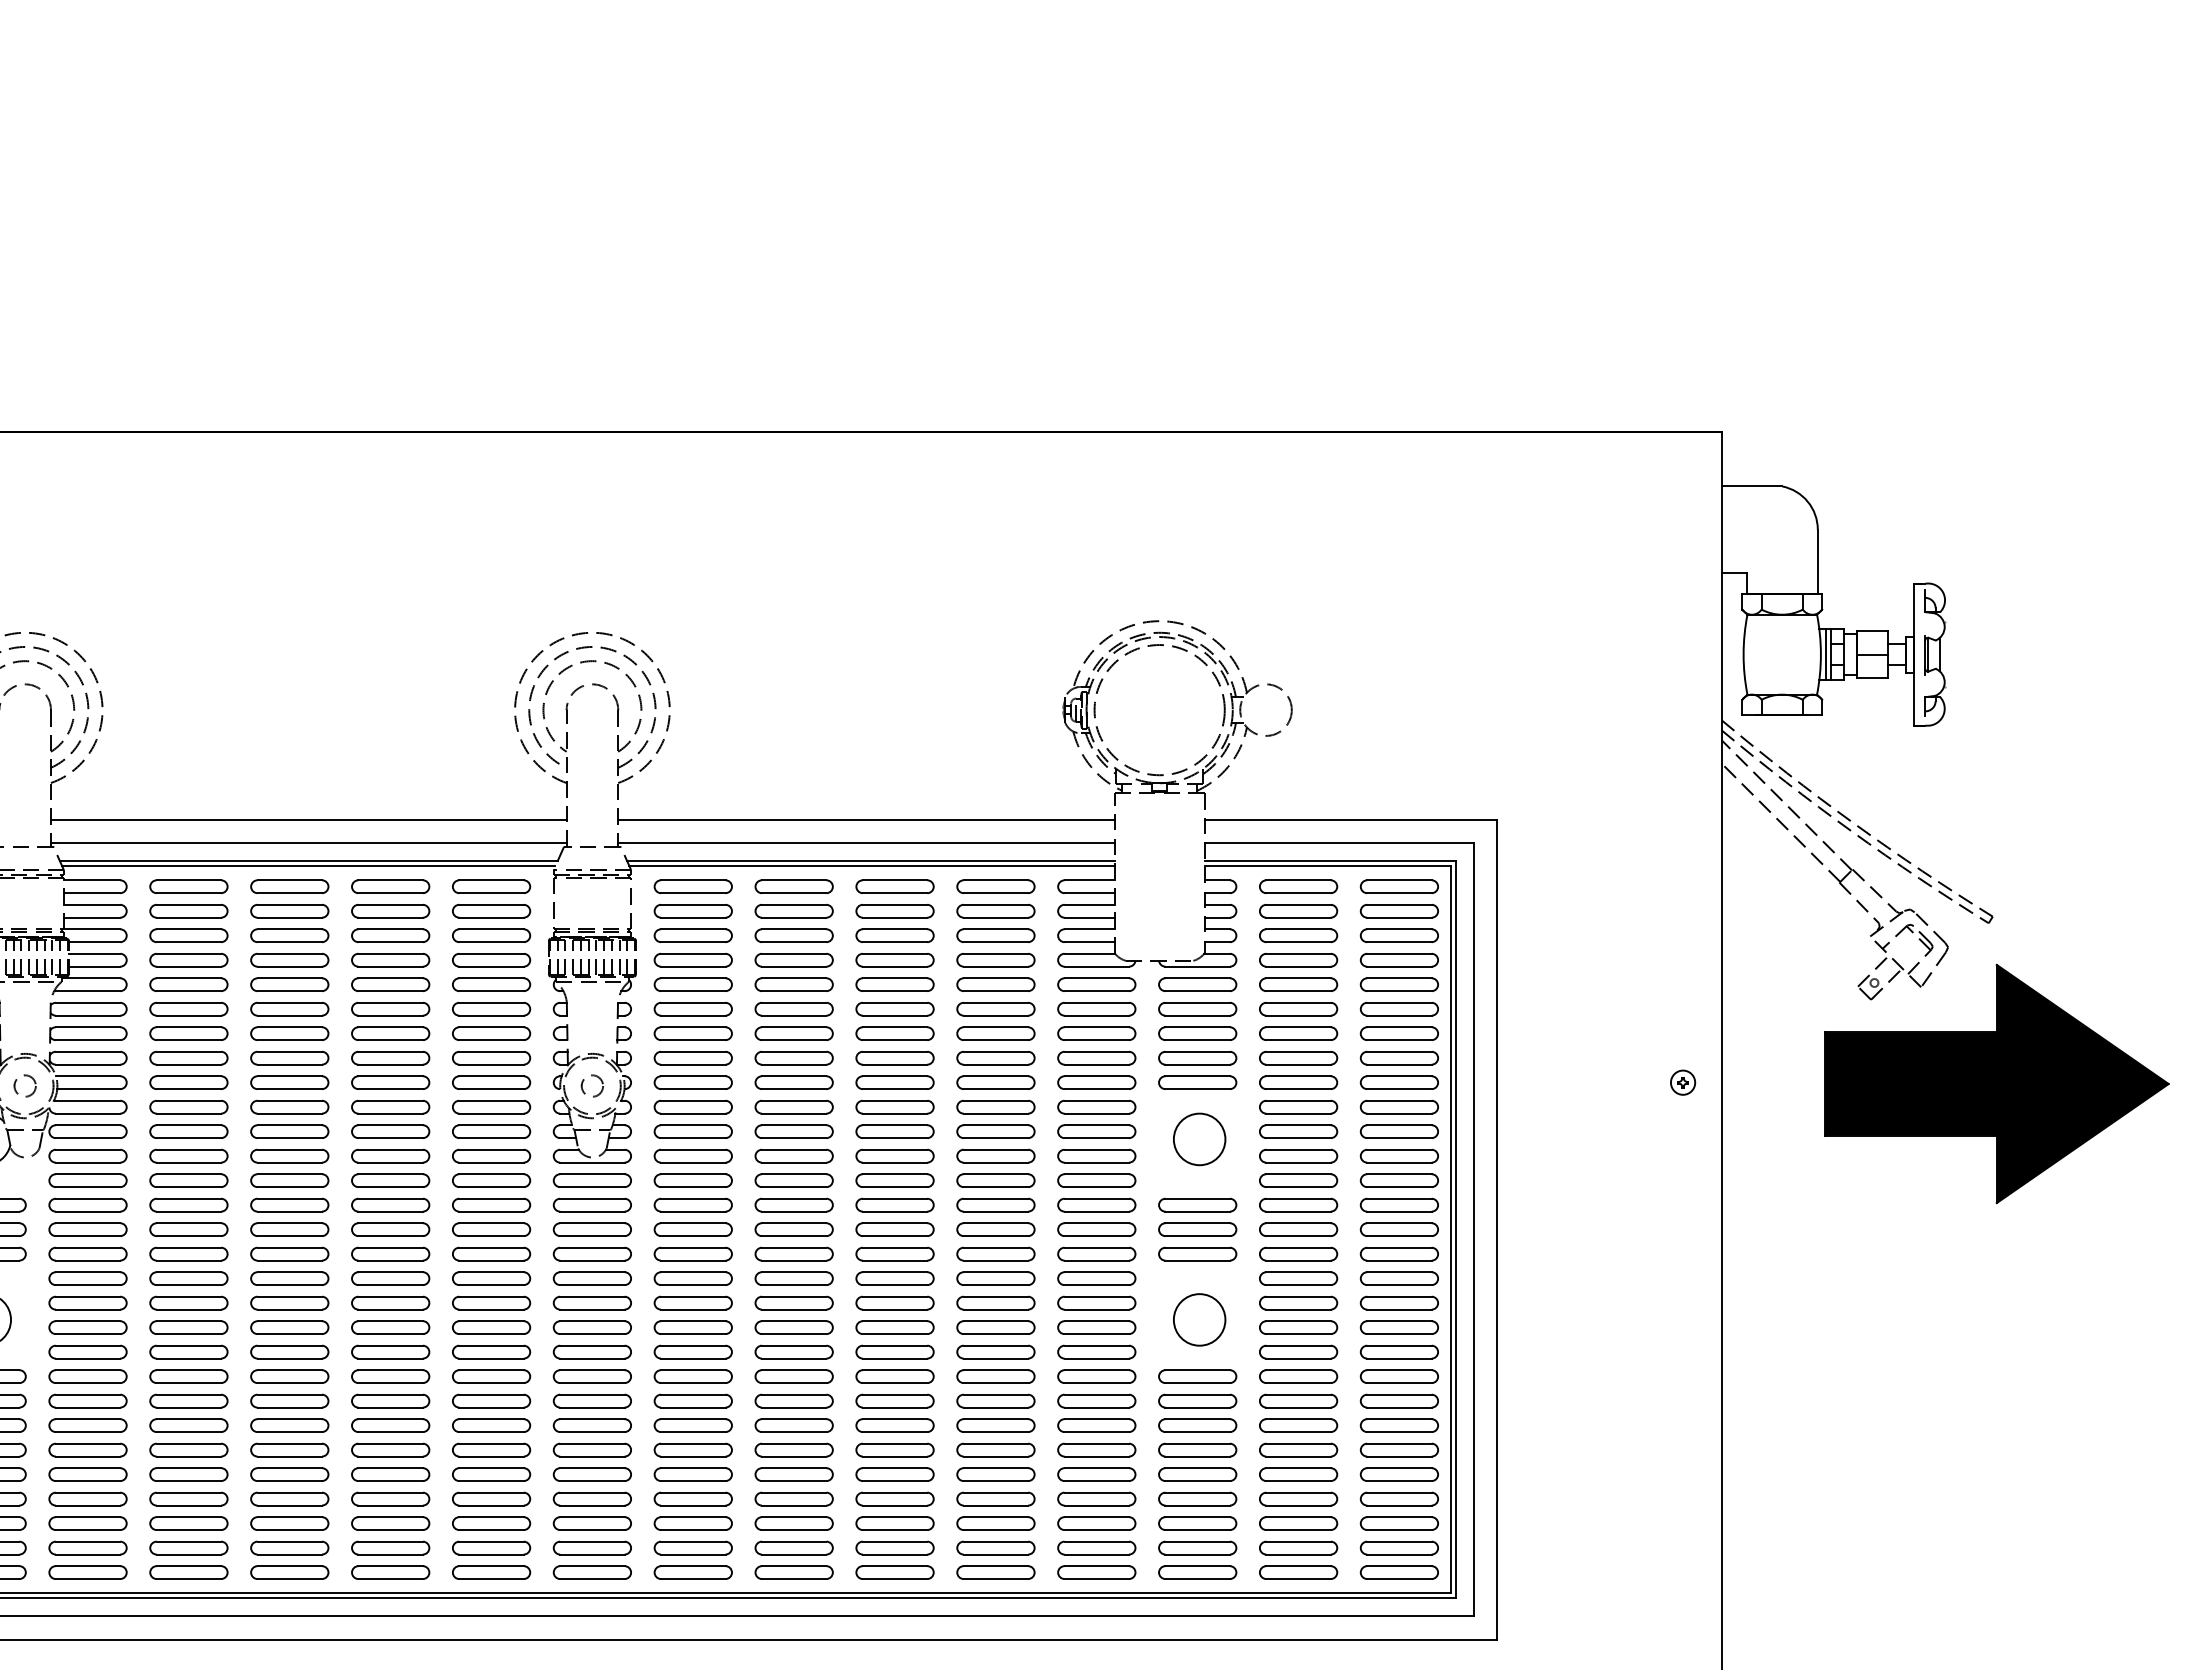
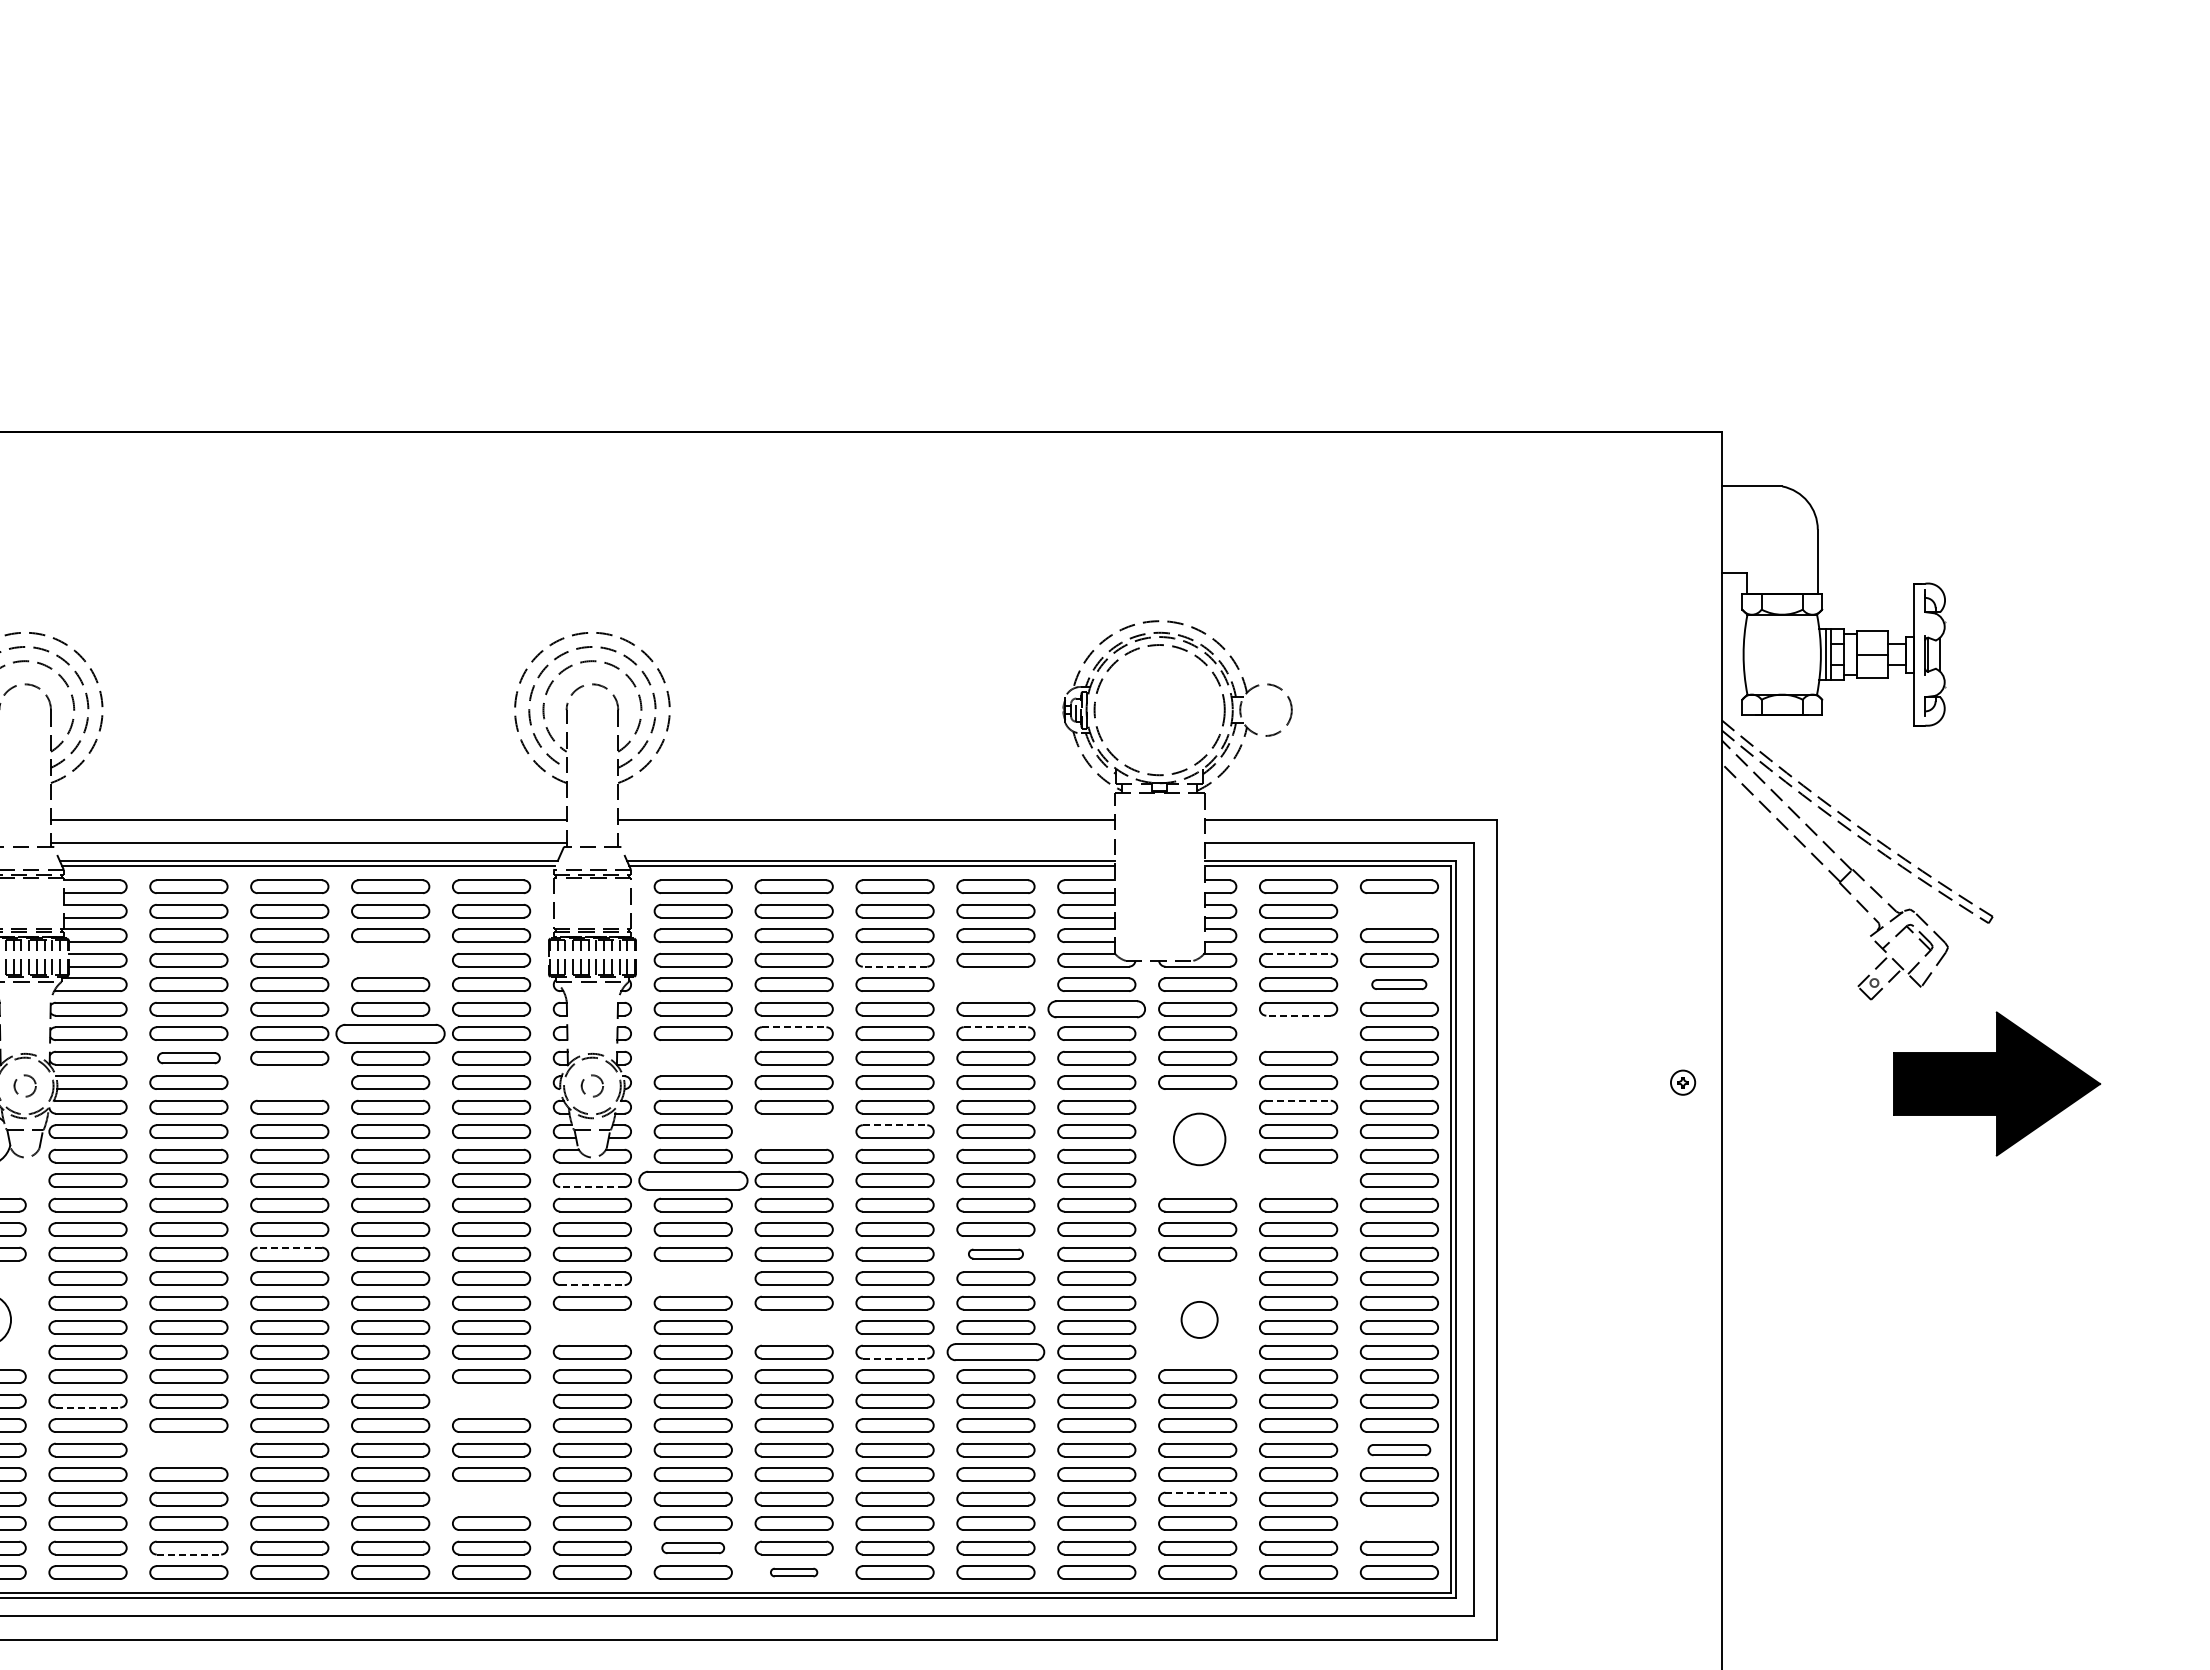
line at (866, 842): present -> none
part at (1398, 911): present -> none
line at (1299, 953): solid -> dashed
part at (390, 959): present -> none
line at (894, 966): solid -> dashed
part at (995, 984): present -> none
part at (1398, 984) size: 80x15 px -> 57x11 px
part at (1096, 1008) size: 80x16 px -> 99x19 px
line at (1298, 1015): solid -> dashed
line at (794, 1027): solid -> dashed
line at (996, 1027): solid -> dashed
part at (390, 1033) size: 80x15 px -> 111x20 px
part at (1298, 1033): present -> none
part at (188, 1057) size: 80x16 px -> 64x13 px
part at (692, 1057): present -> none
part at (289, 1082): present -> none
part at (1996, 1083) size: 346x242 px -> 209x146 px
line at (1299, 1100): solid -> dashed
line at (895, 1125): solid -> dashed
part at (793, 1131): present -> none
part at (692, 1180) size: 80x15 px -> 111x21 px
part at (1298, 1180): present -> none
line at (591, 1187): solid -> dashed
line at (289, 1247): solid -> dashed
part at (995, 1253) size: 80x16 px -> 56x12 px
part at (692, 1278): present -> none
line at (592, 1285): solid -> dashed
circle at (1199, 1319) diameter: 52 px -> 36 px
part at (591, 1327): present -> none
part at (793, 1327): present -> none
part at (995, 1351) size: 80x16 px -> 100x19 px
line at (895, 1358): solid -> dashed
part at (491, 1400): present -> none
line at (88, 1407): solid -> dashed
part at (188, 1449): present -> none
part at (1398, 1449) size: 80x16 px -> 65x13 px
line at (1198, 1492): solid -> dashed
part at (491, 1498): present -> none
part at (1398, 1523): present -> none
part at (692, 1547) size: 80x16 px -> 65x13 px
line at (189, 1554): solid -> dashed
part at (793, 1572) size: 80x15 px -> 49x11 px
